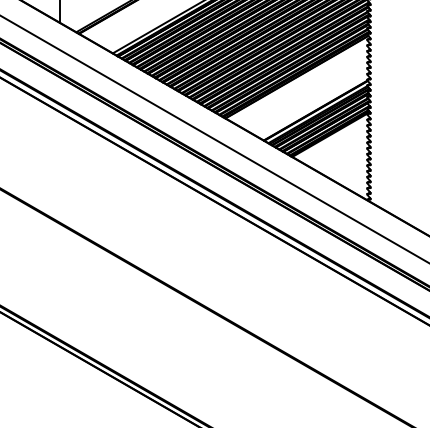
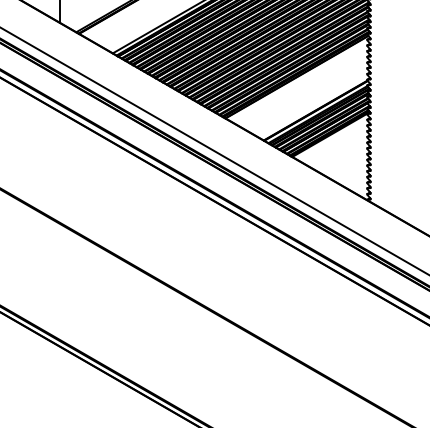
line at (214, 138) position: (214, 138) -> (214, 150)
